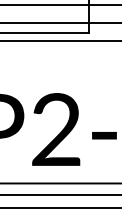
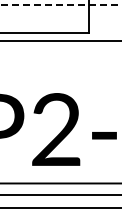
line at (61, 4): solid -> dashed
line at (60, 22): present -> none
